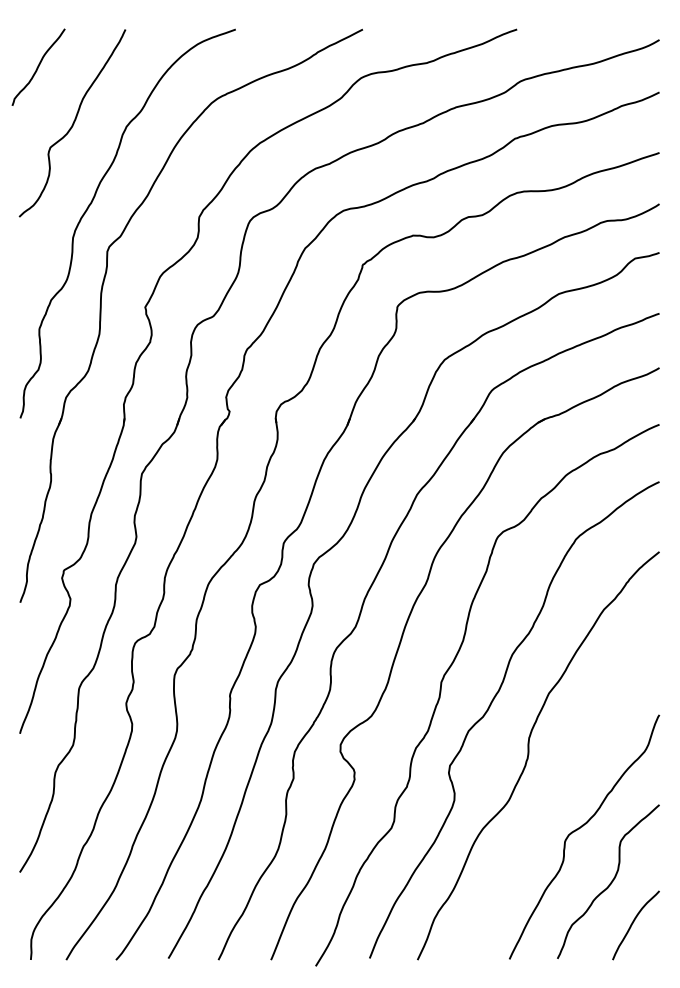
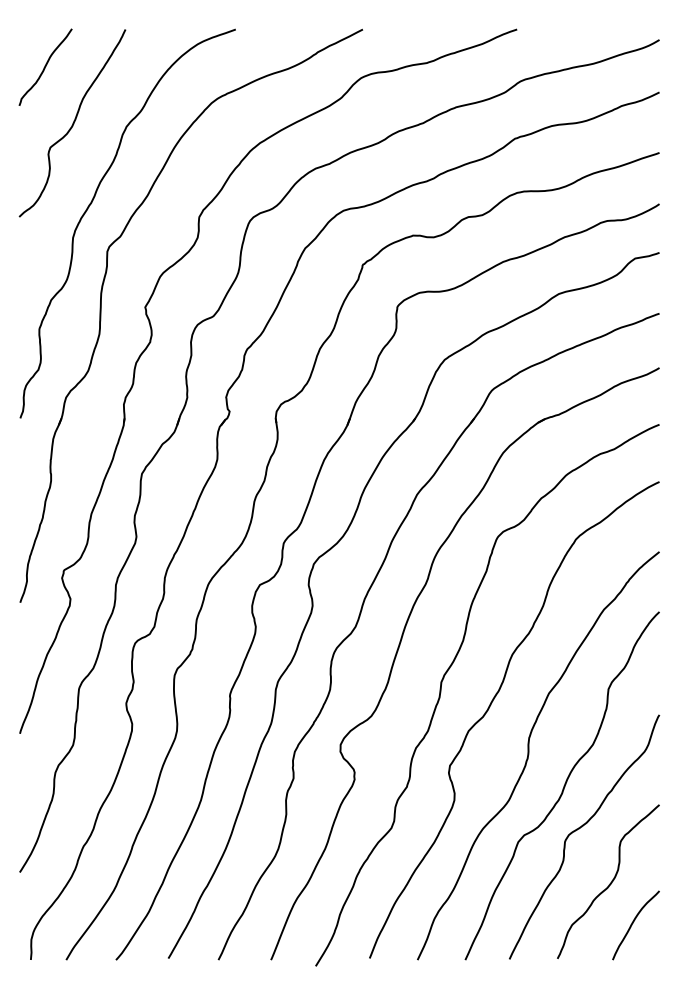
curve at (38, 66) position: (38, 66) -> (45, 66)
curve at (563, 785): none -> present
